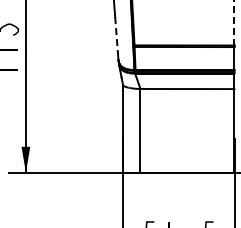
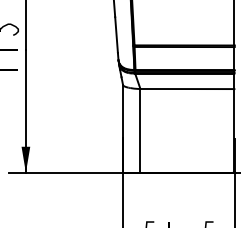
line at (234, 22): dashed -> solid
line at (116, 35): dashed -> solid
